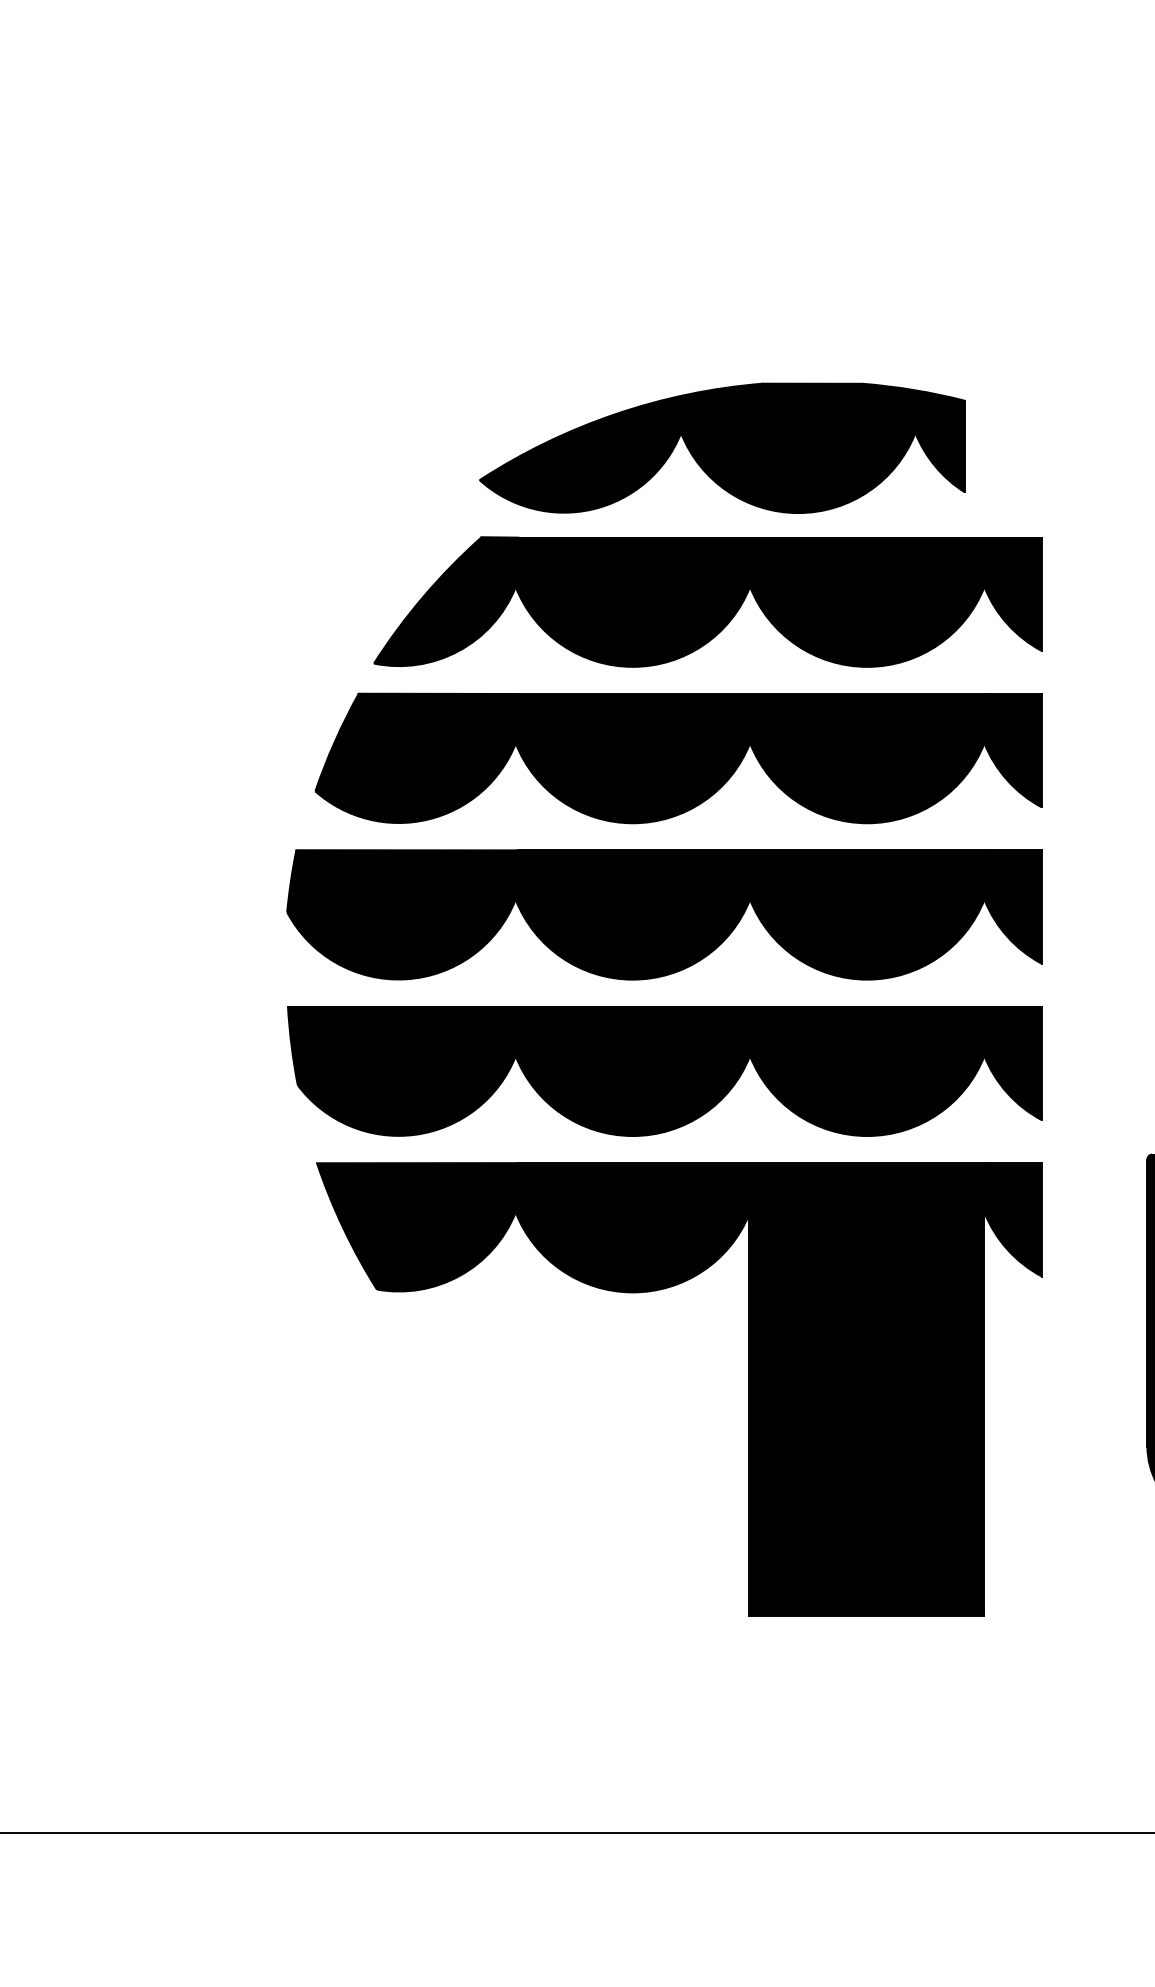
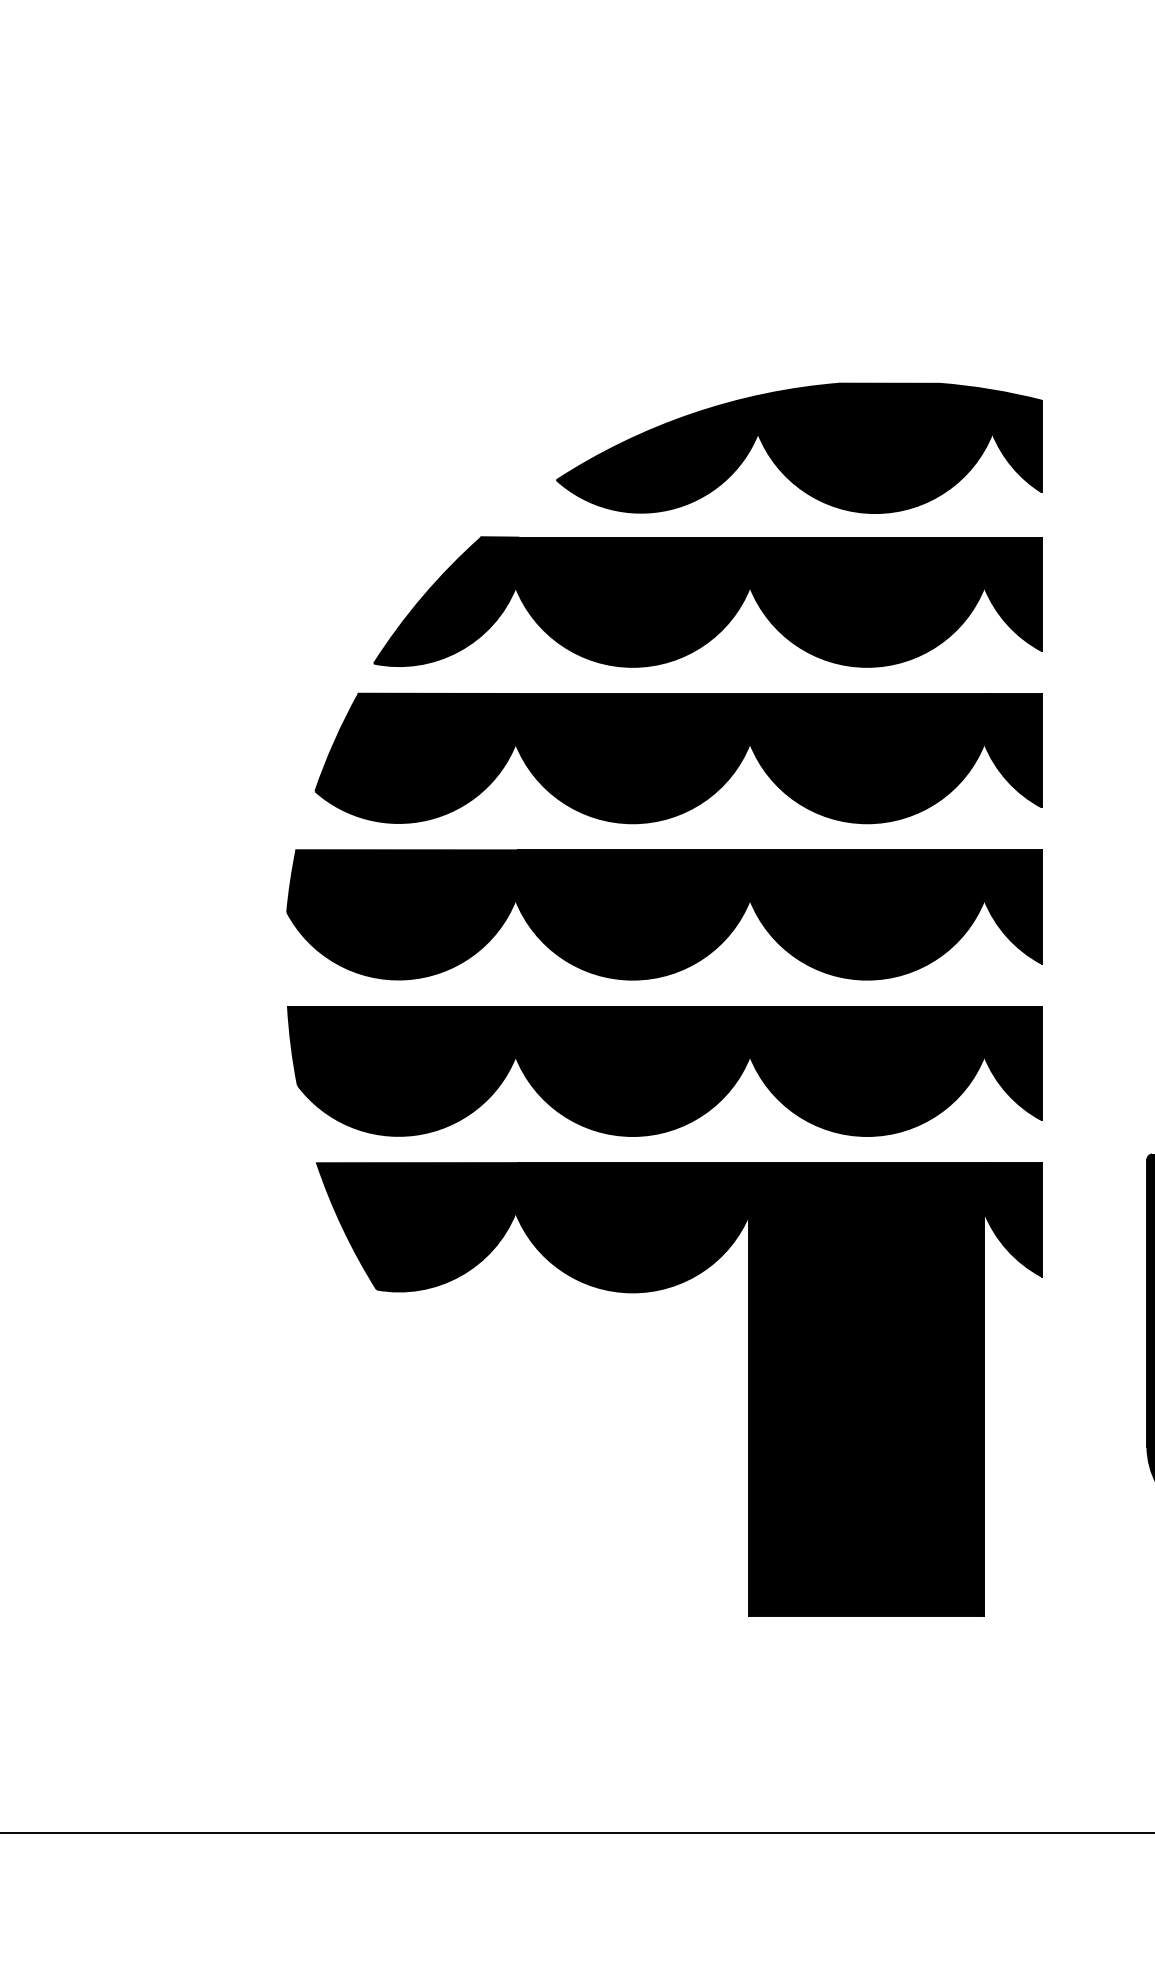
part at (722, 447) position: (722, 447) -> (799, 447)
